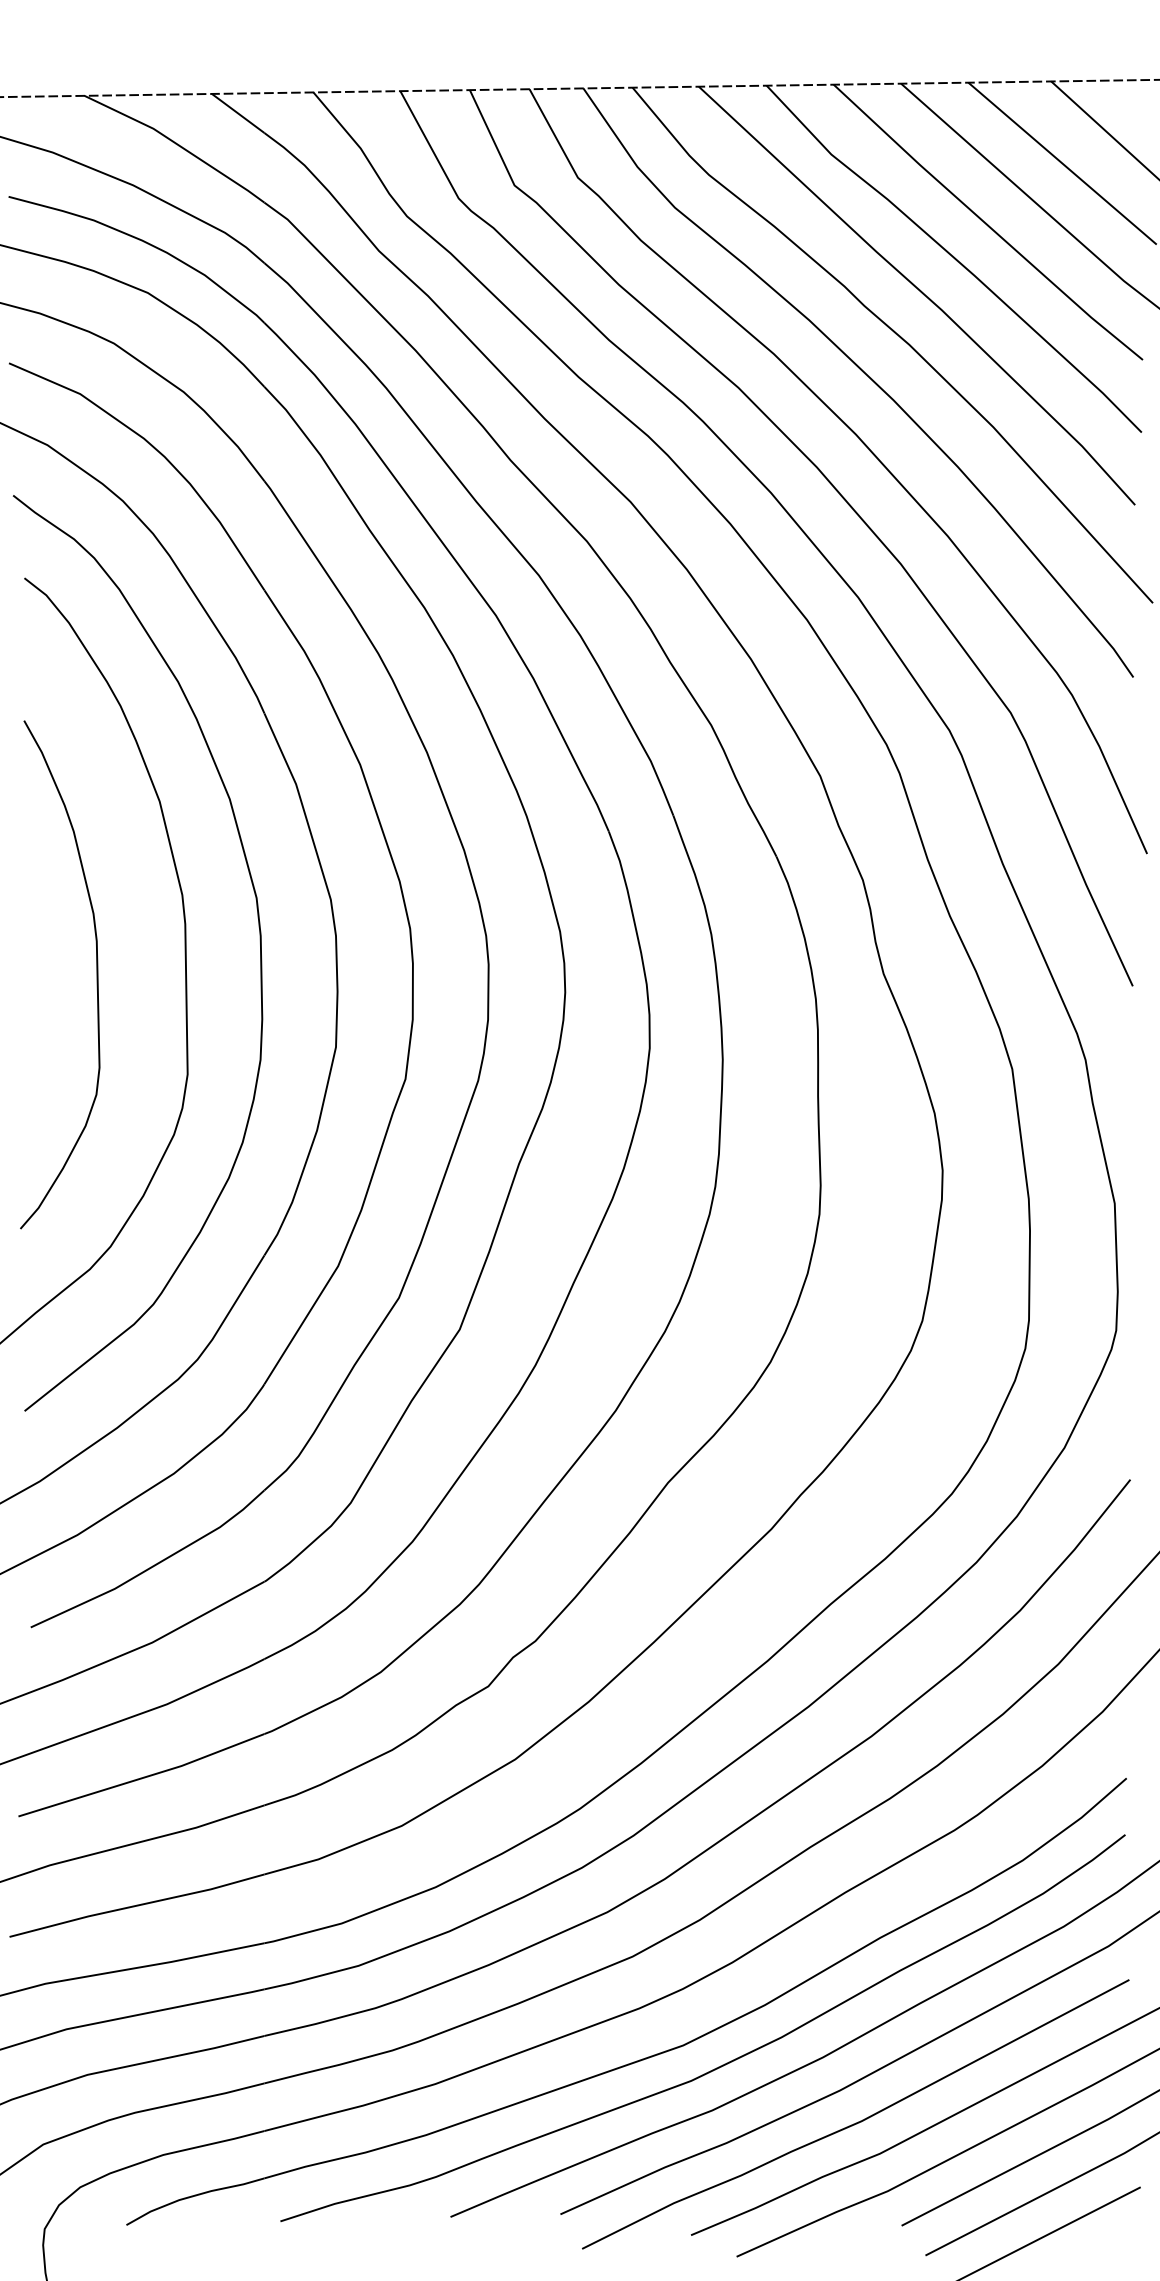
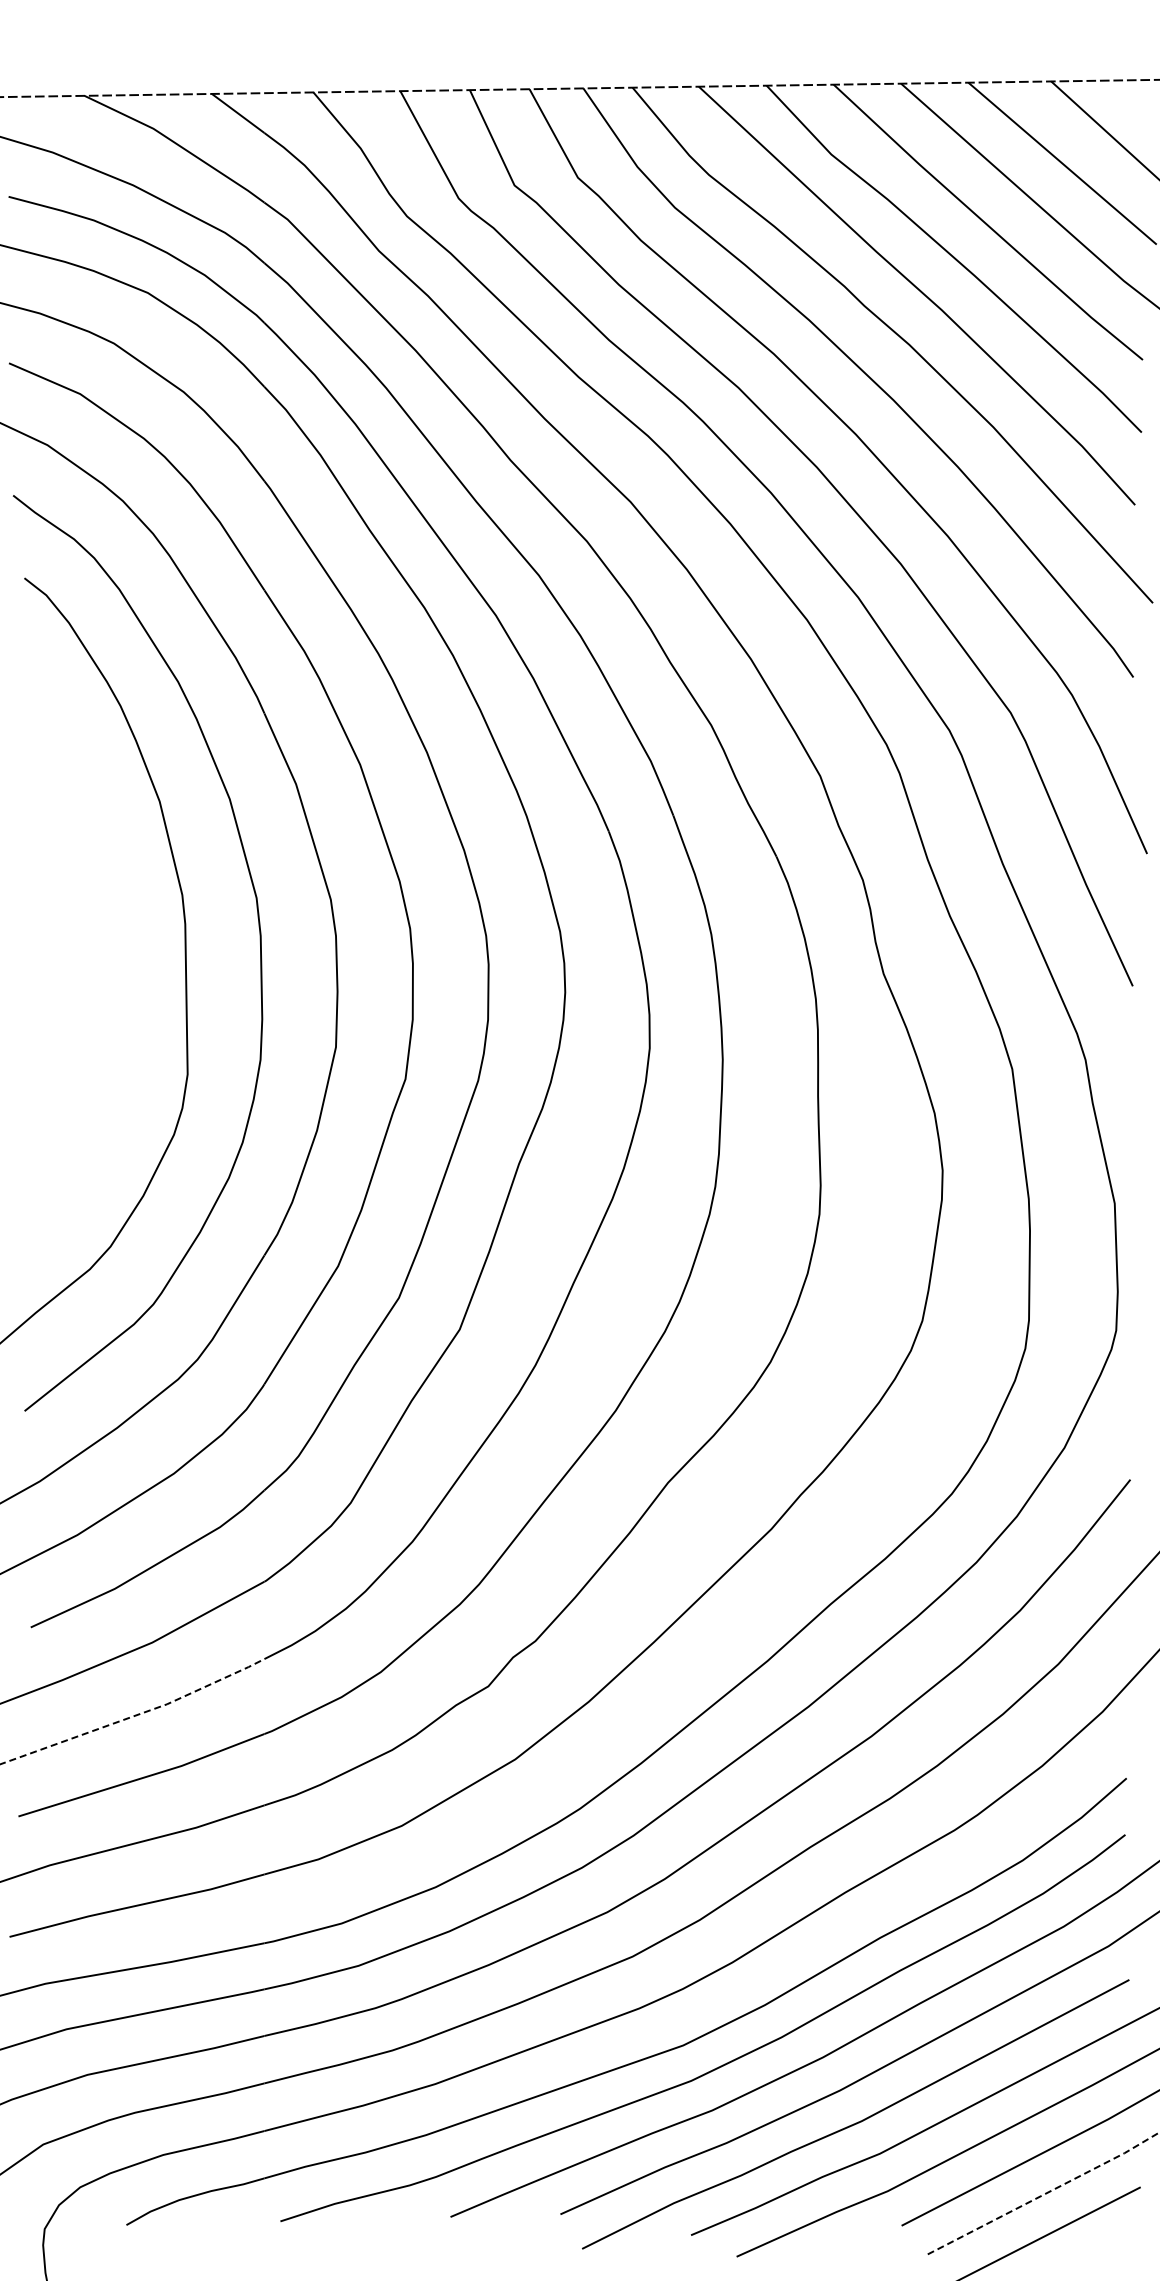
curve at (96, 974): present -> none
line at (136, 1715): solid -> dashed
line at (1043, 2194): solid -> dashed
